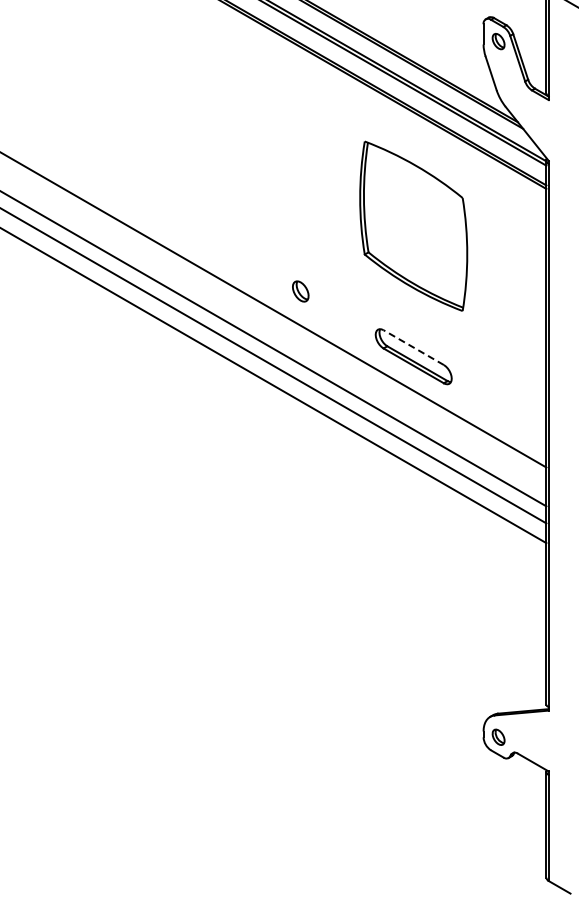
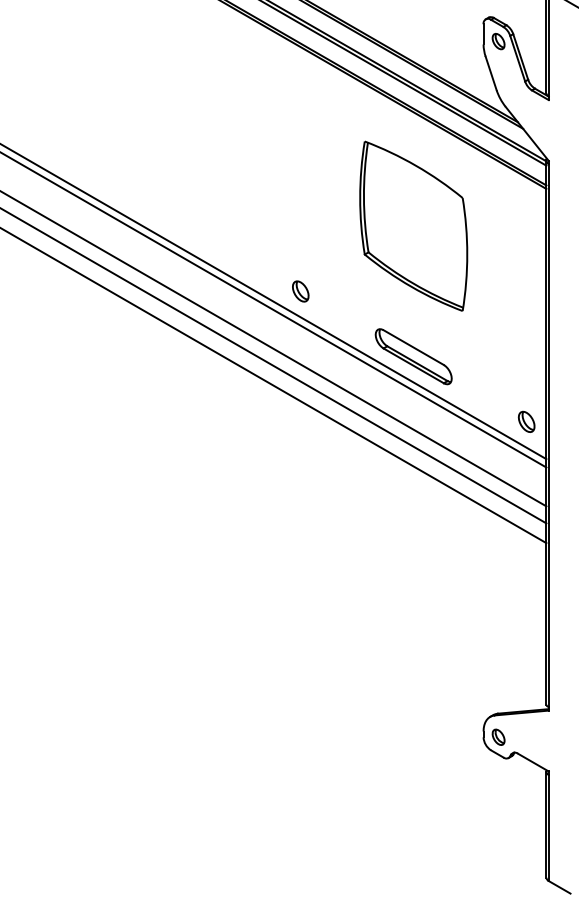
line at (274, 302): none -> present
line at (413, 347): dashed -> solid
part at (526, 421): none -> present
